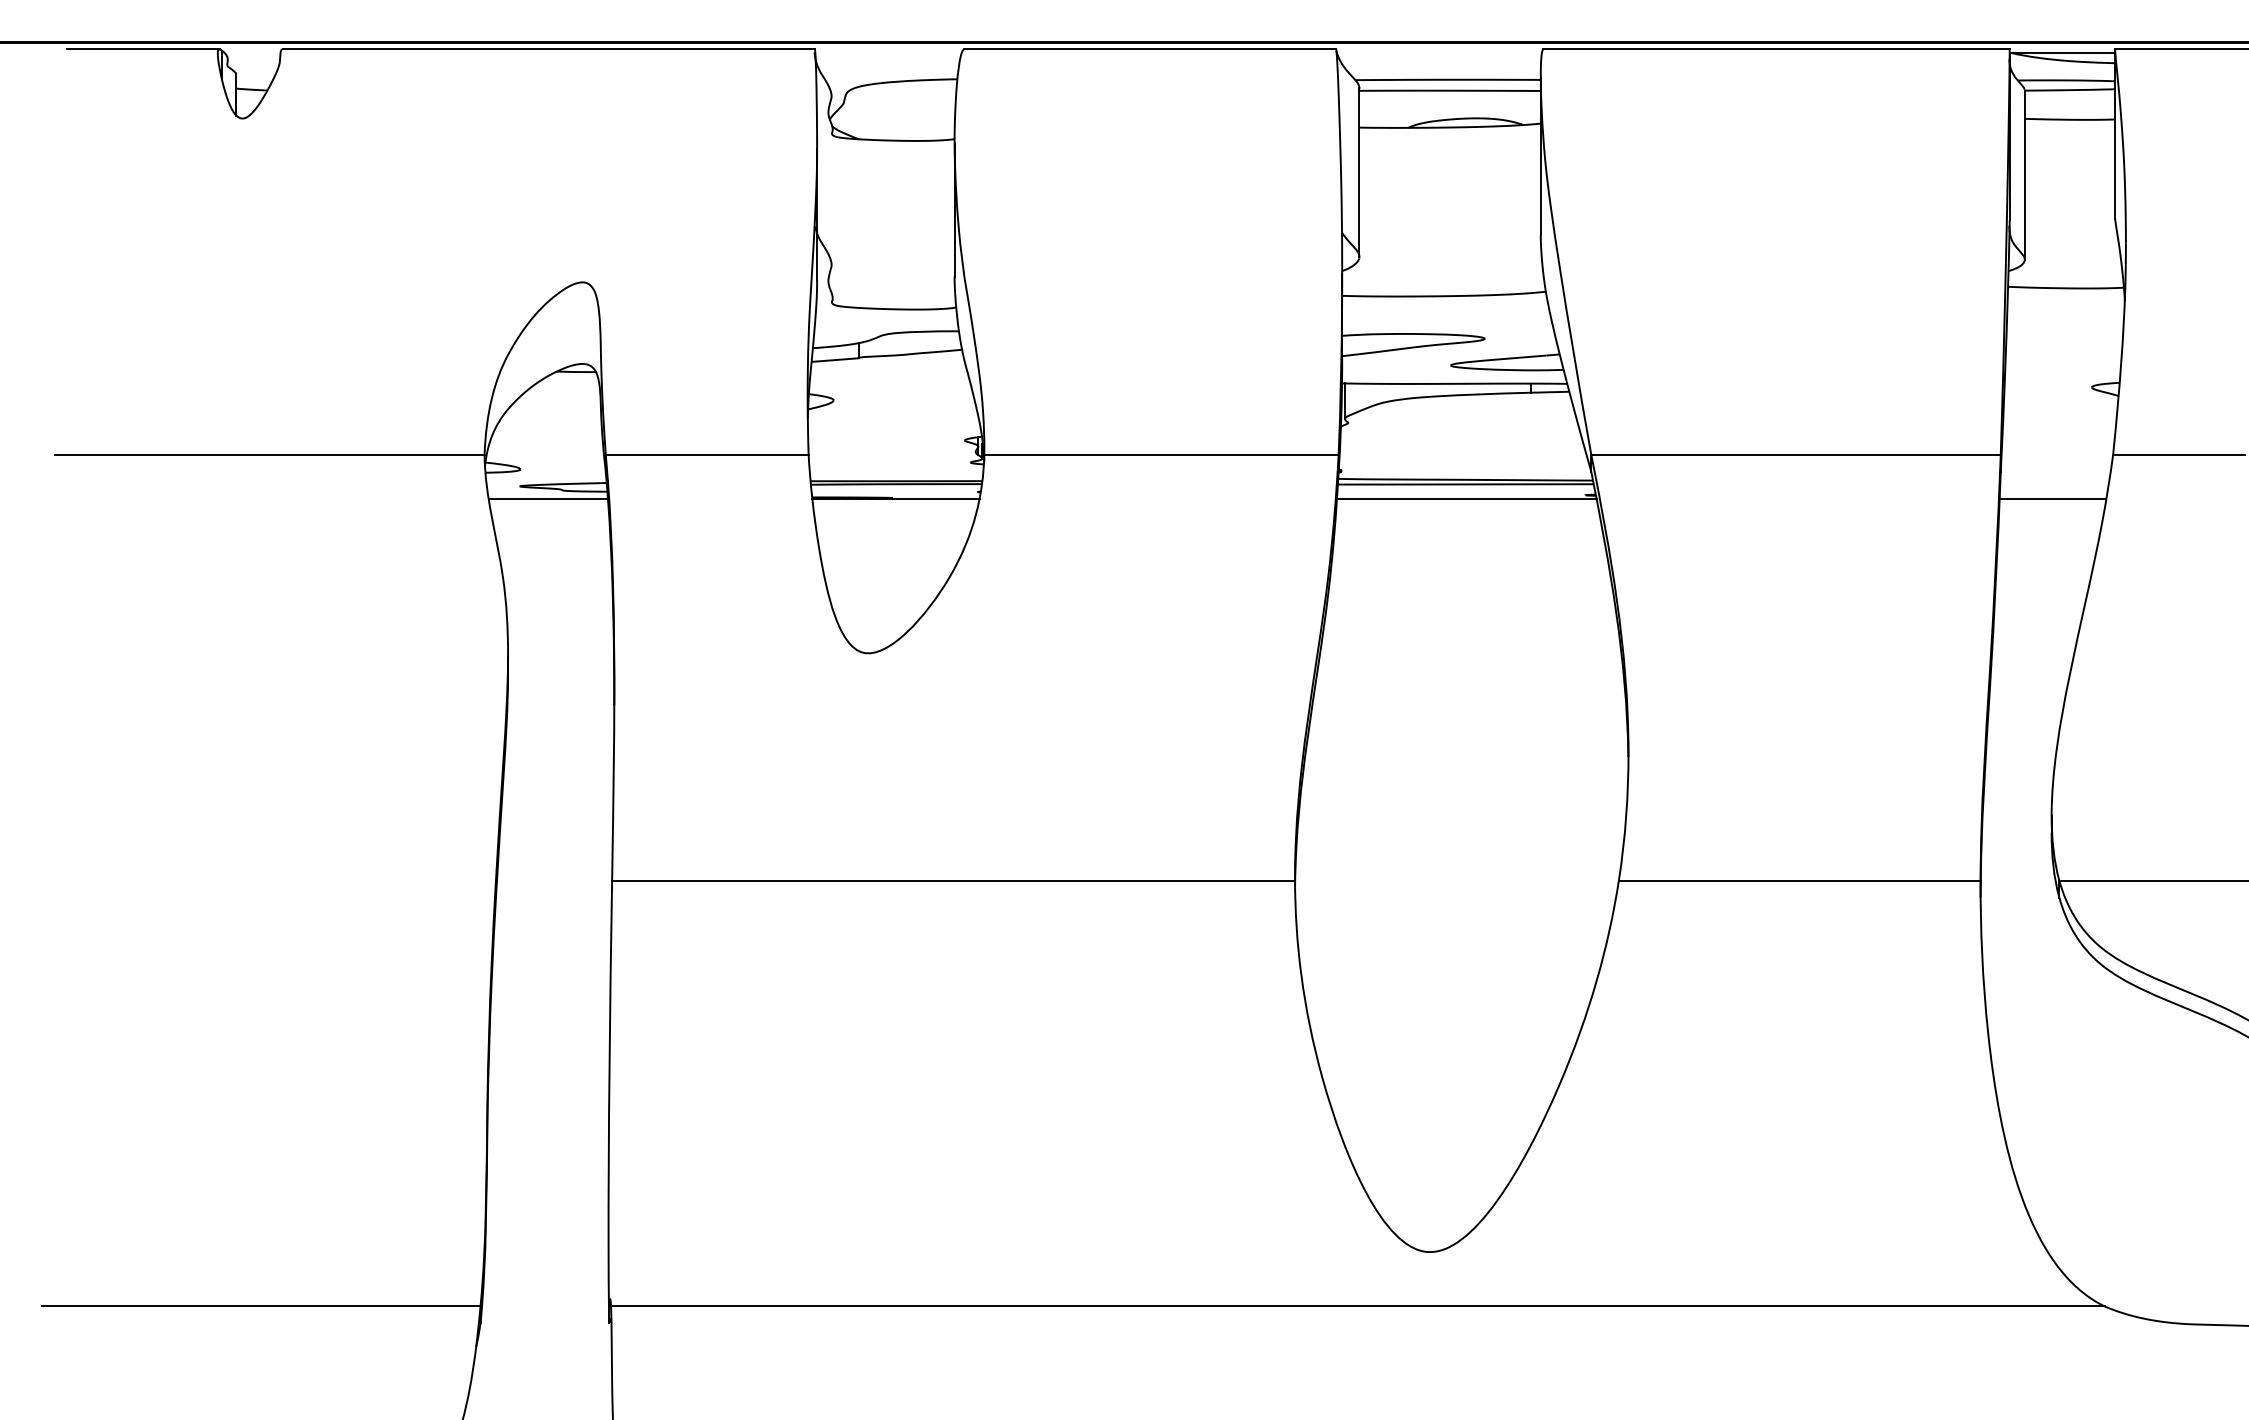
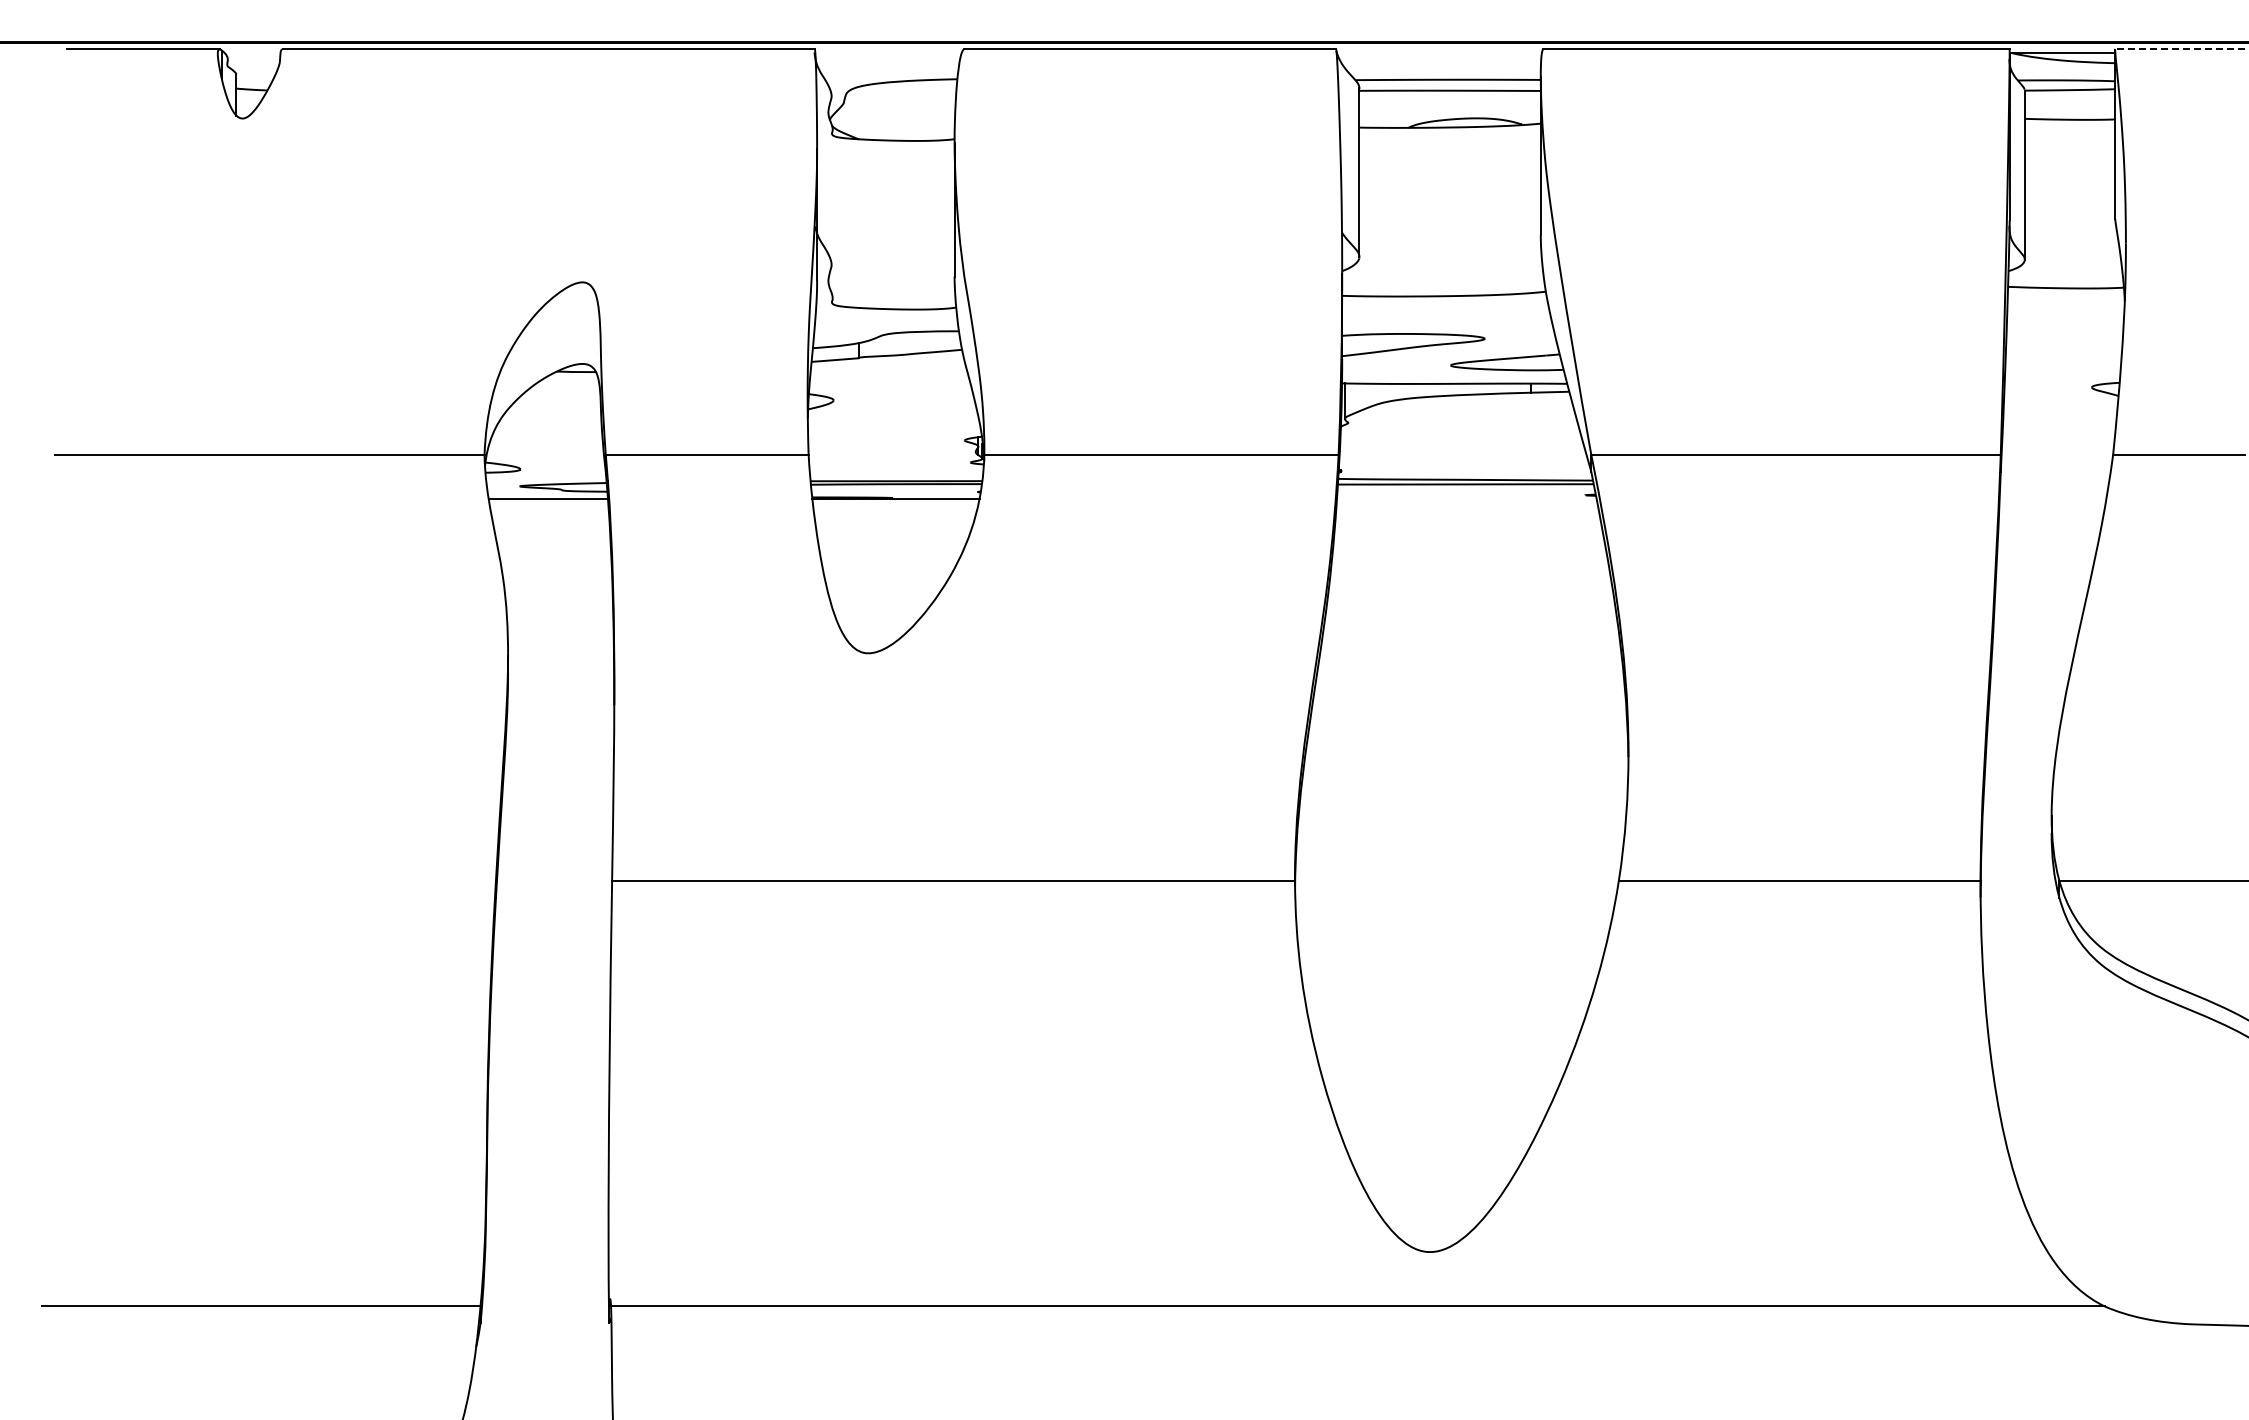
line at (2181, 49): solid -> dashed
line at (1466, 498): present -> none
line at (2052, 498): present -> none
